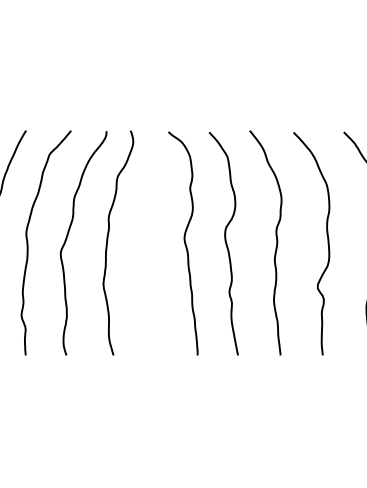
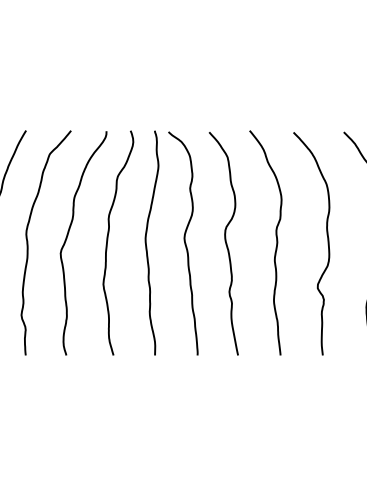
curve at (146, 242): none -> present
